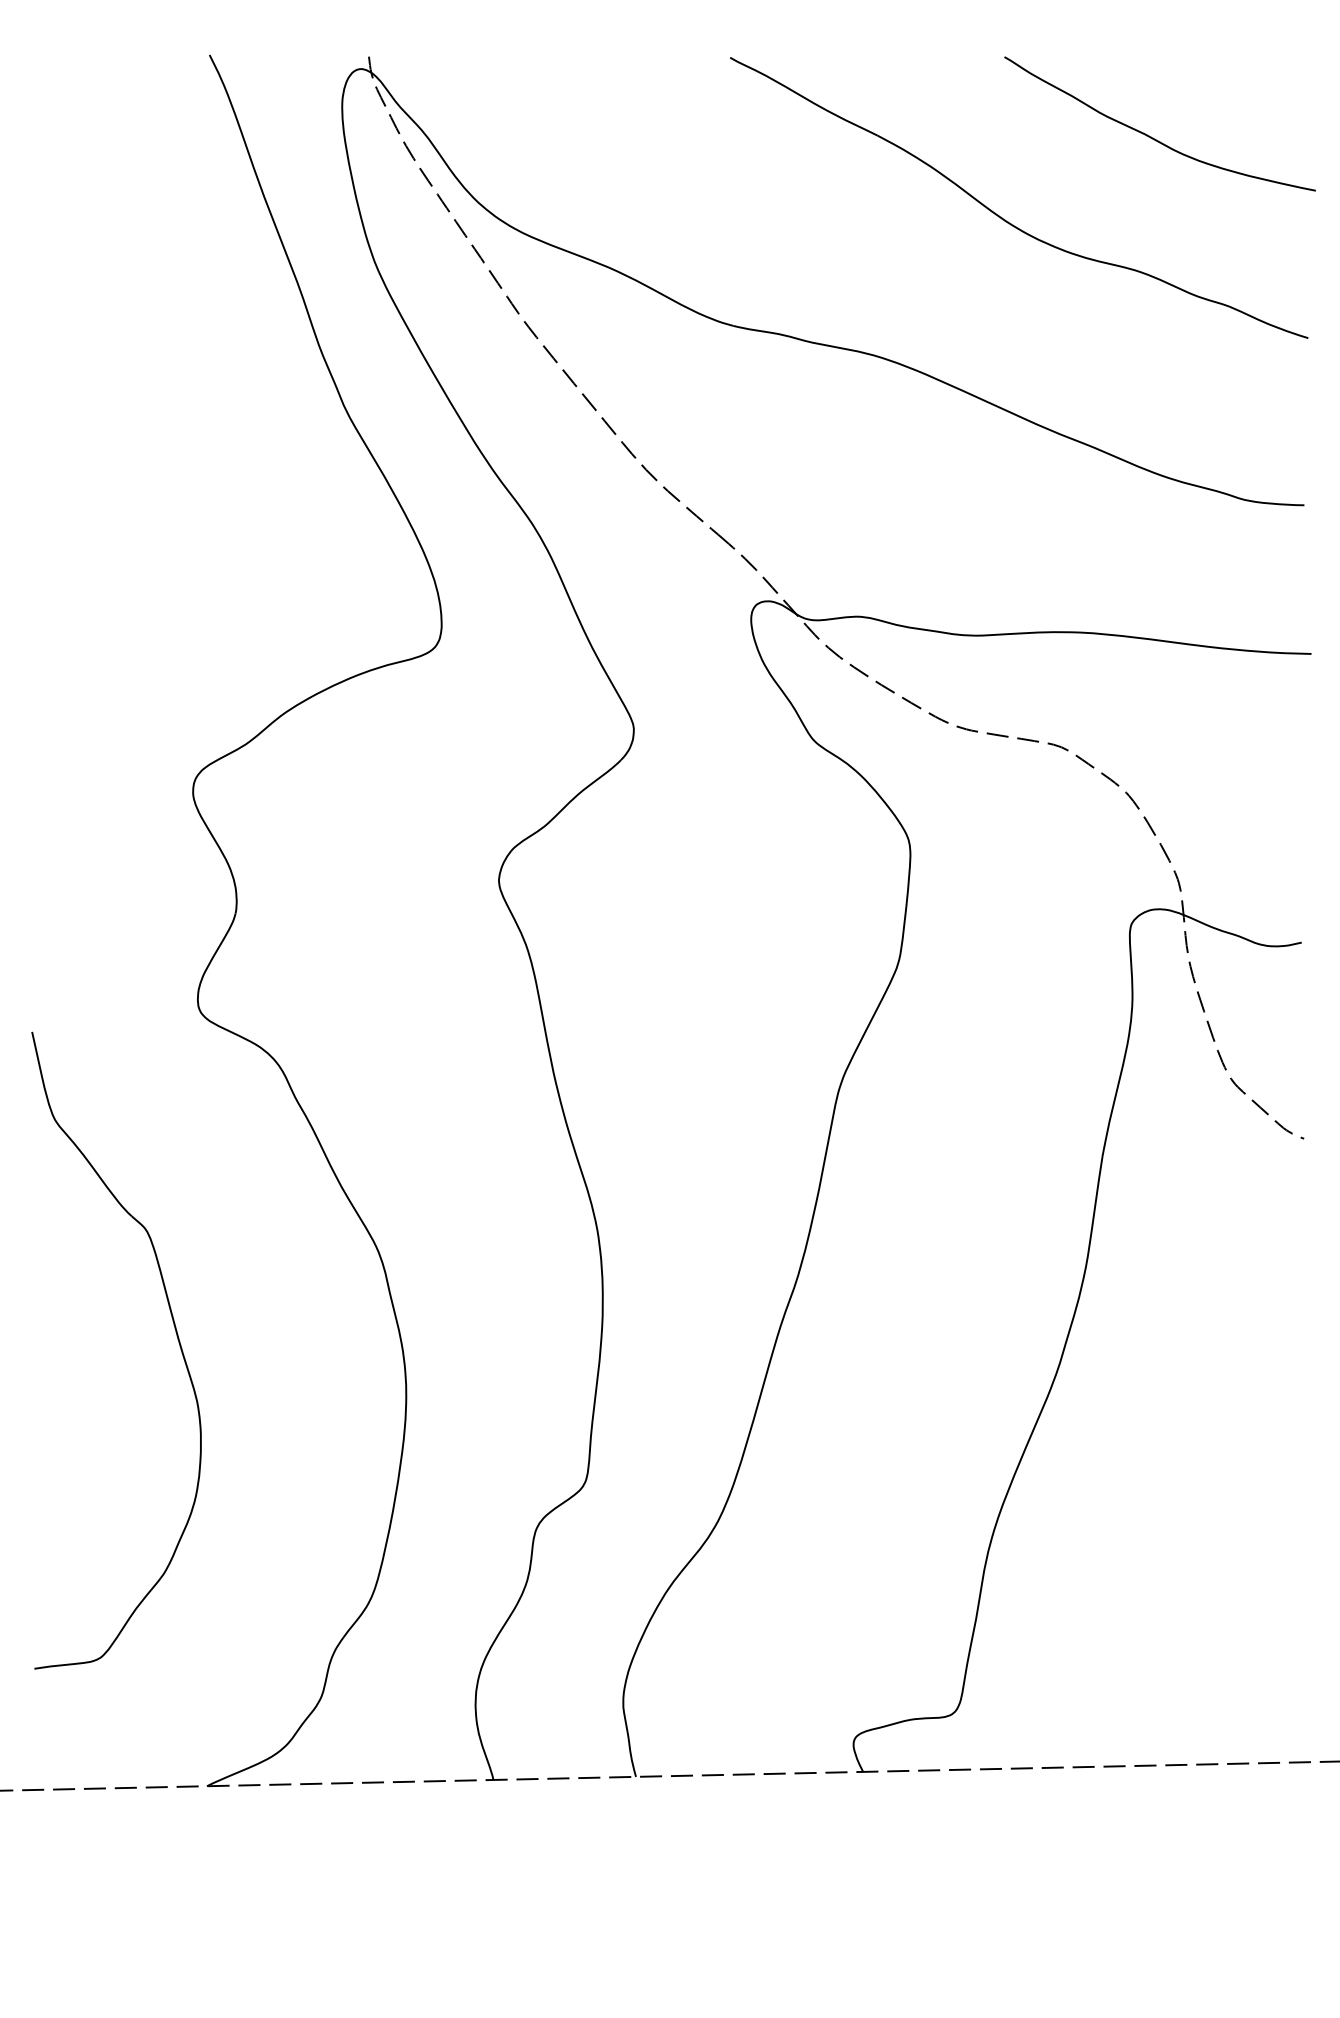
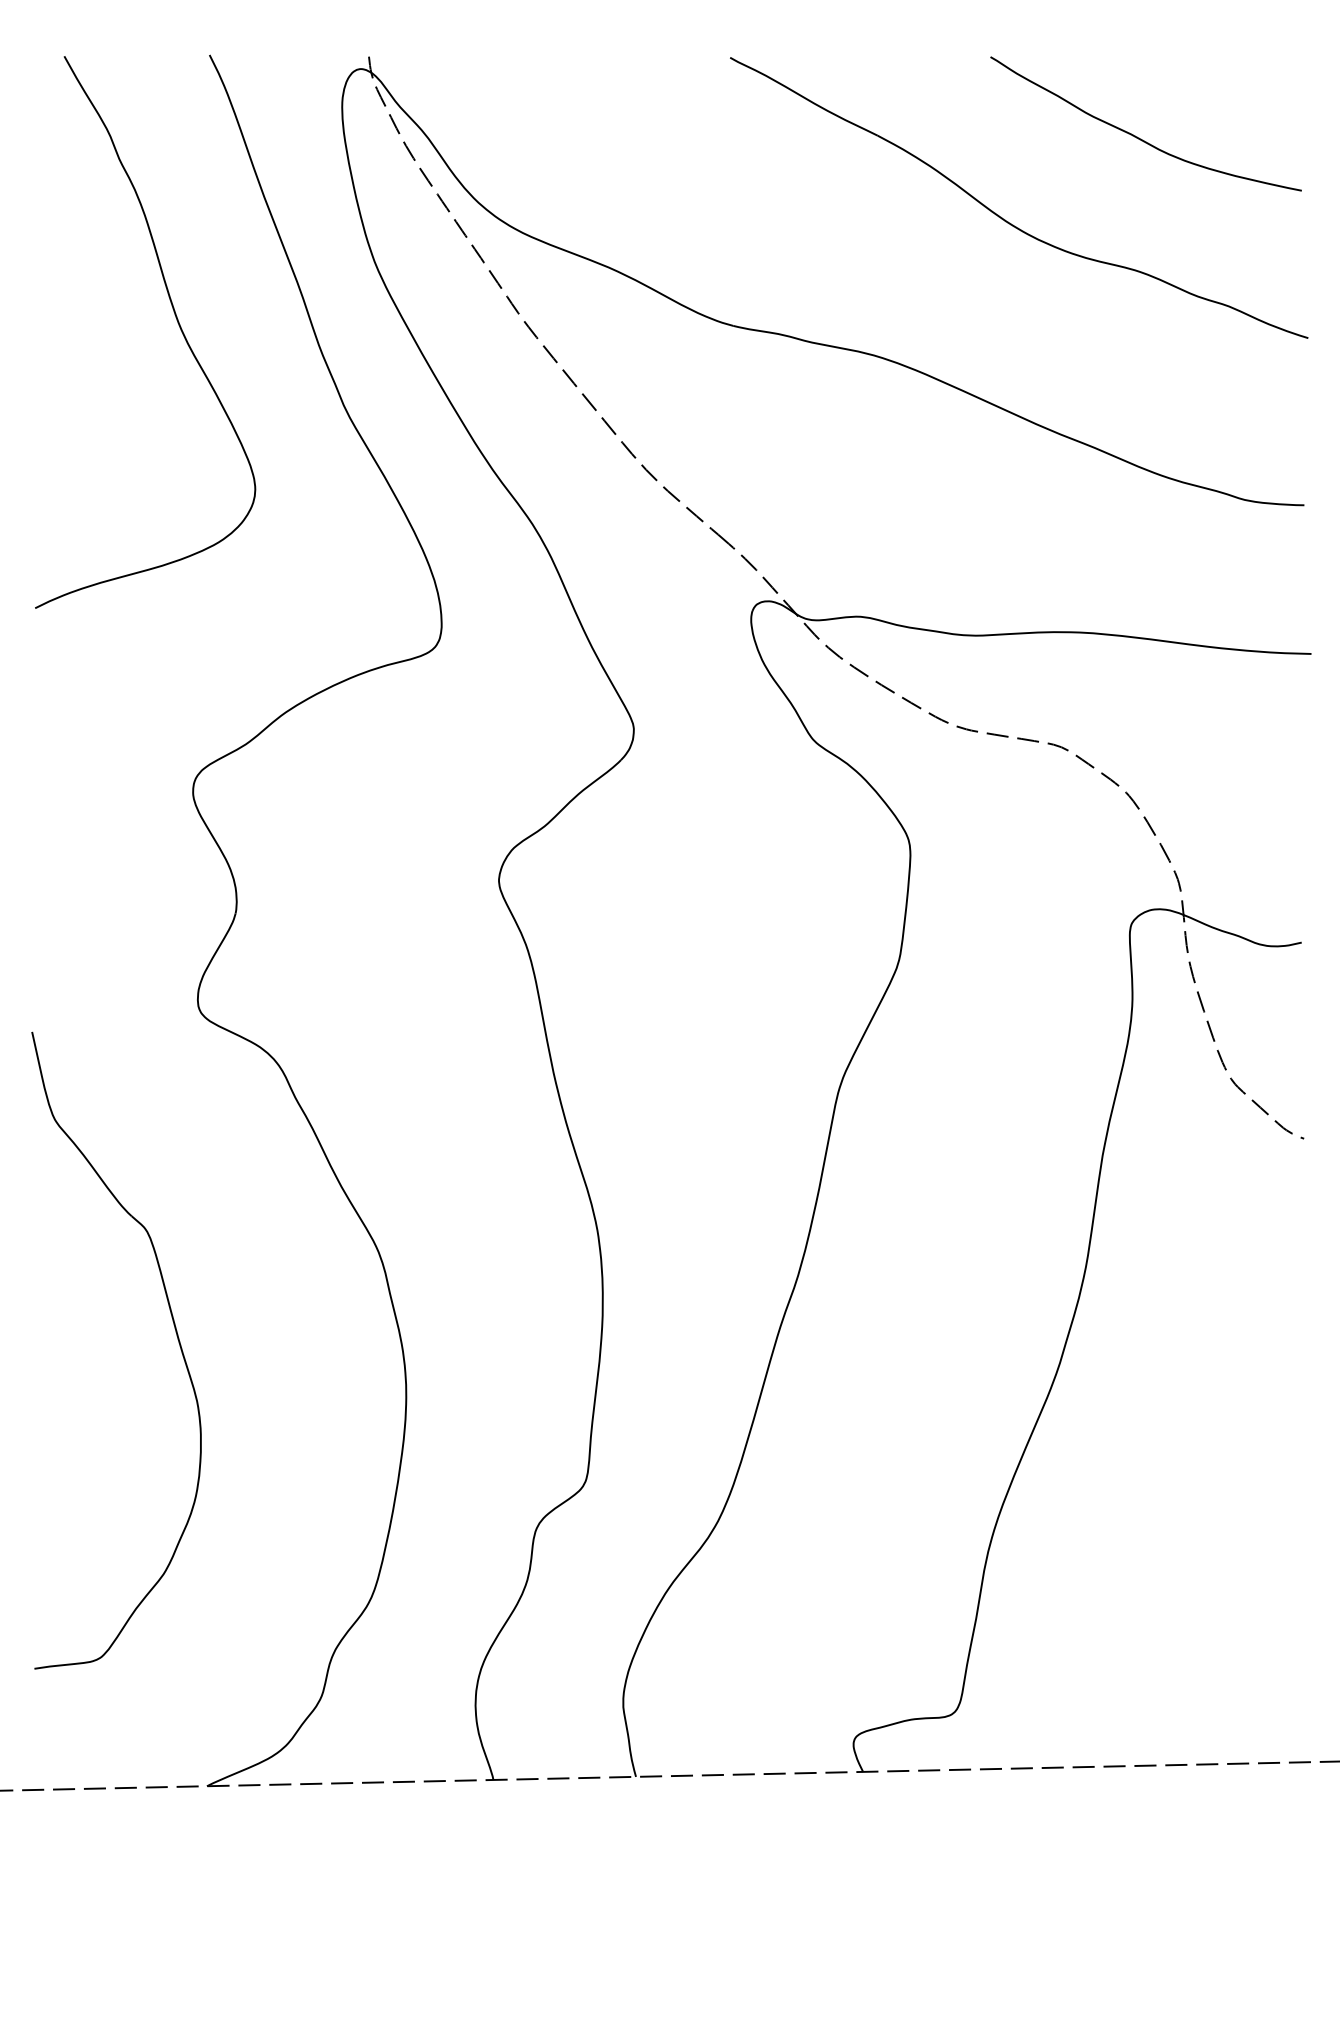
curve at (1153, 137) position: (1153, 137) -> (1139, 137)
curve at (176, 320): none -> present
